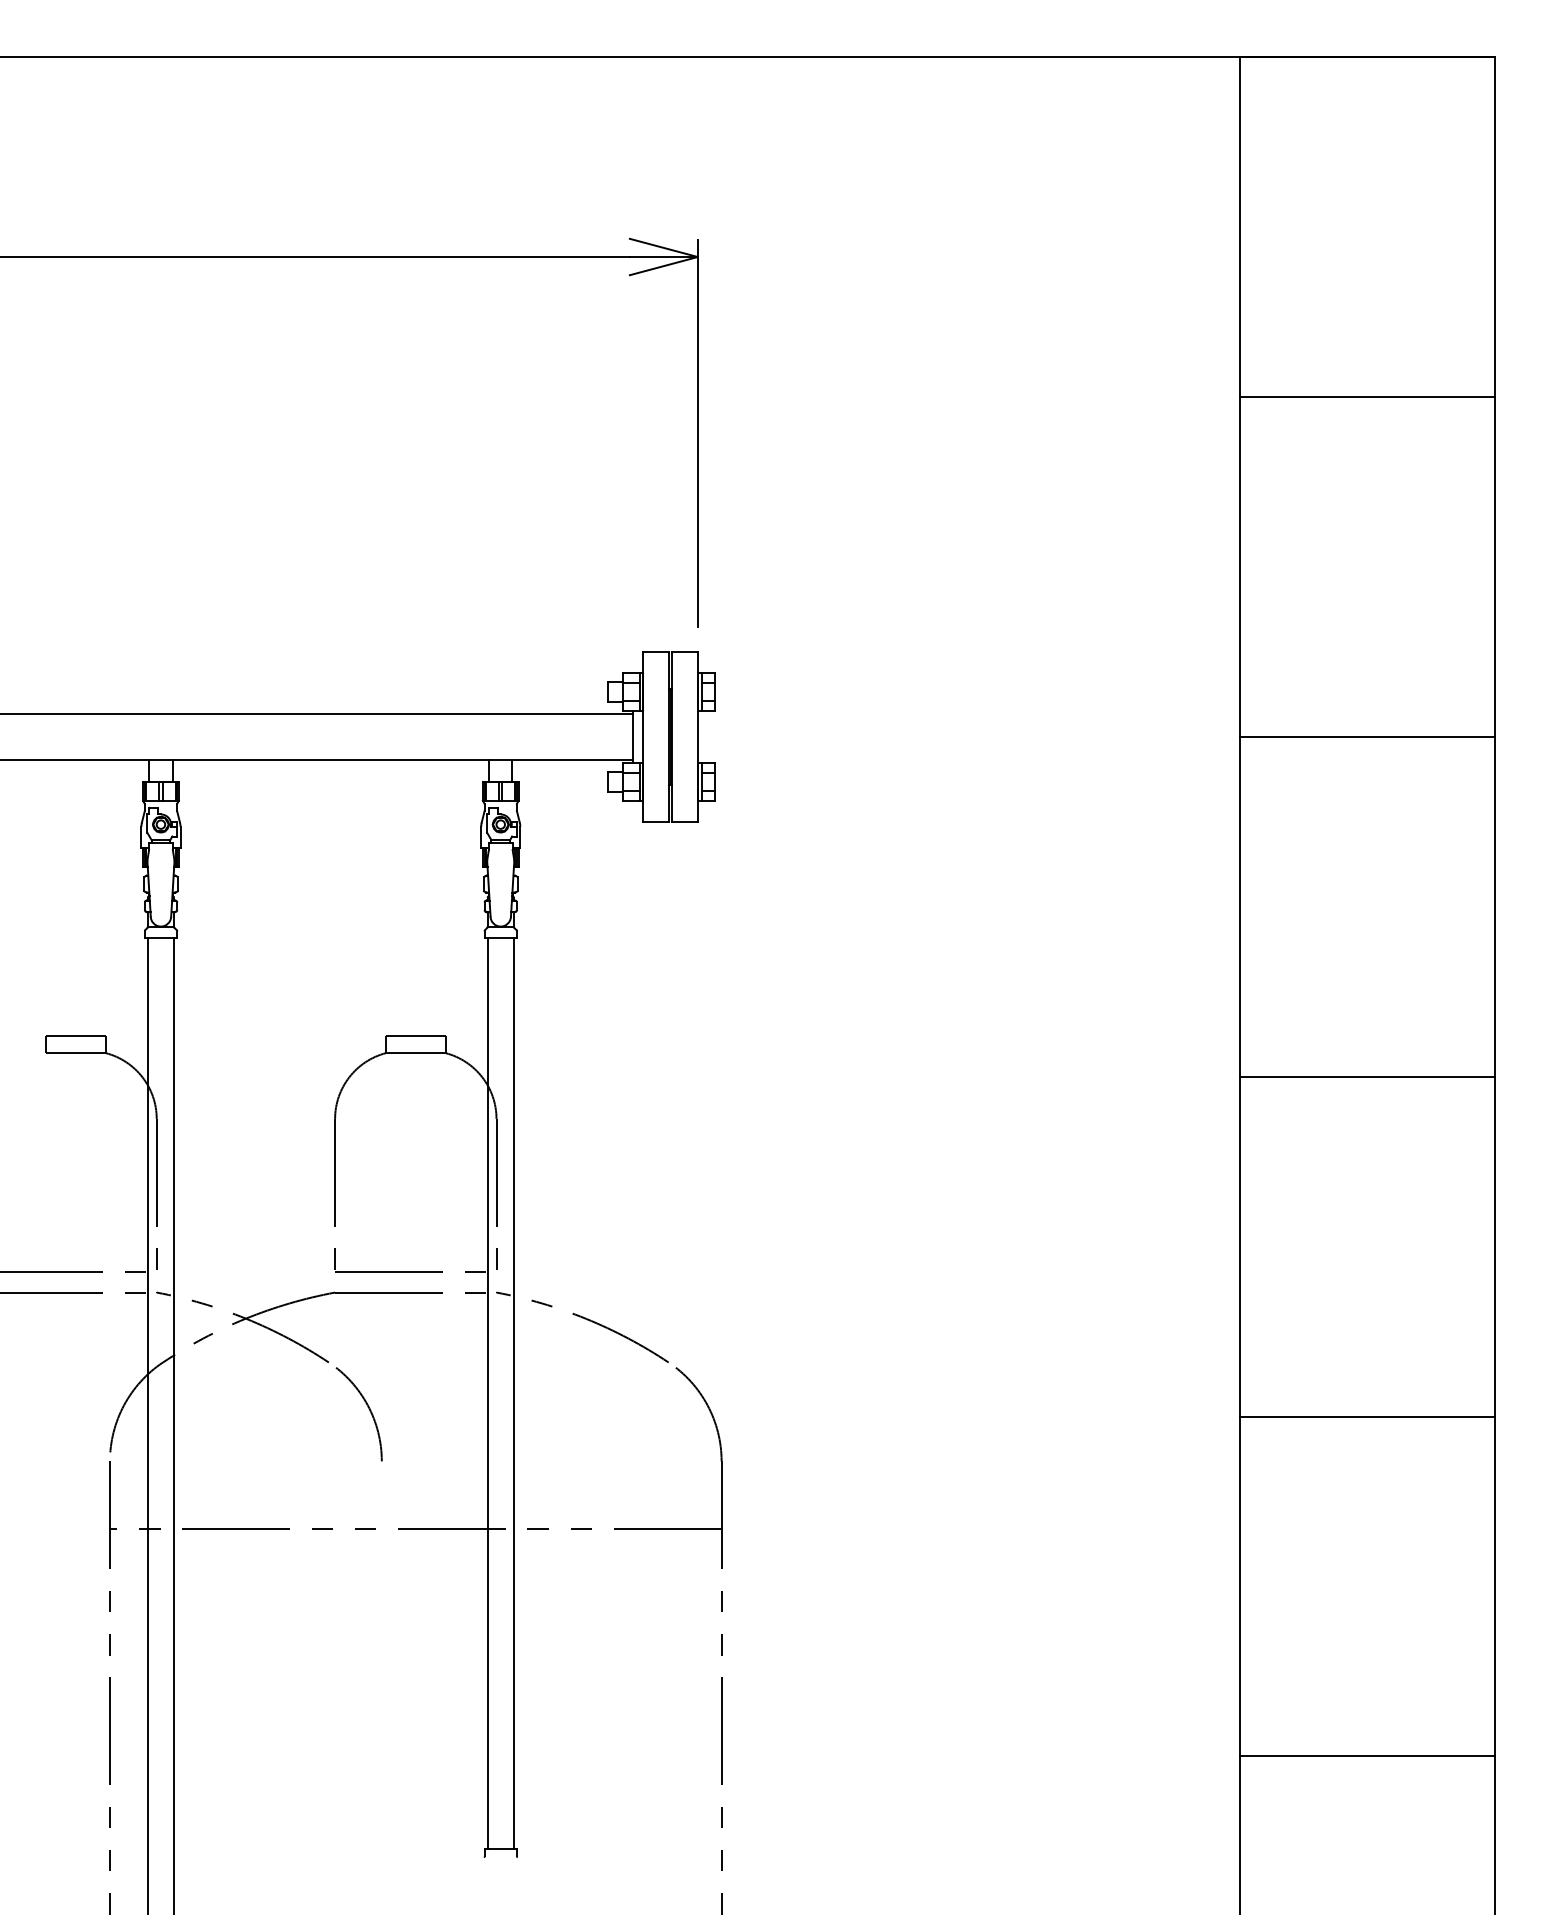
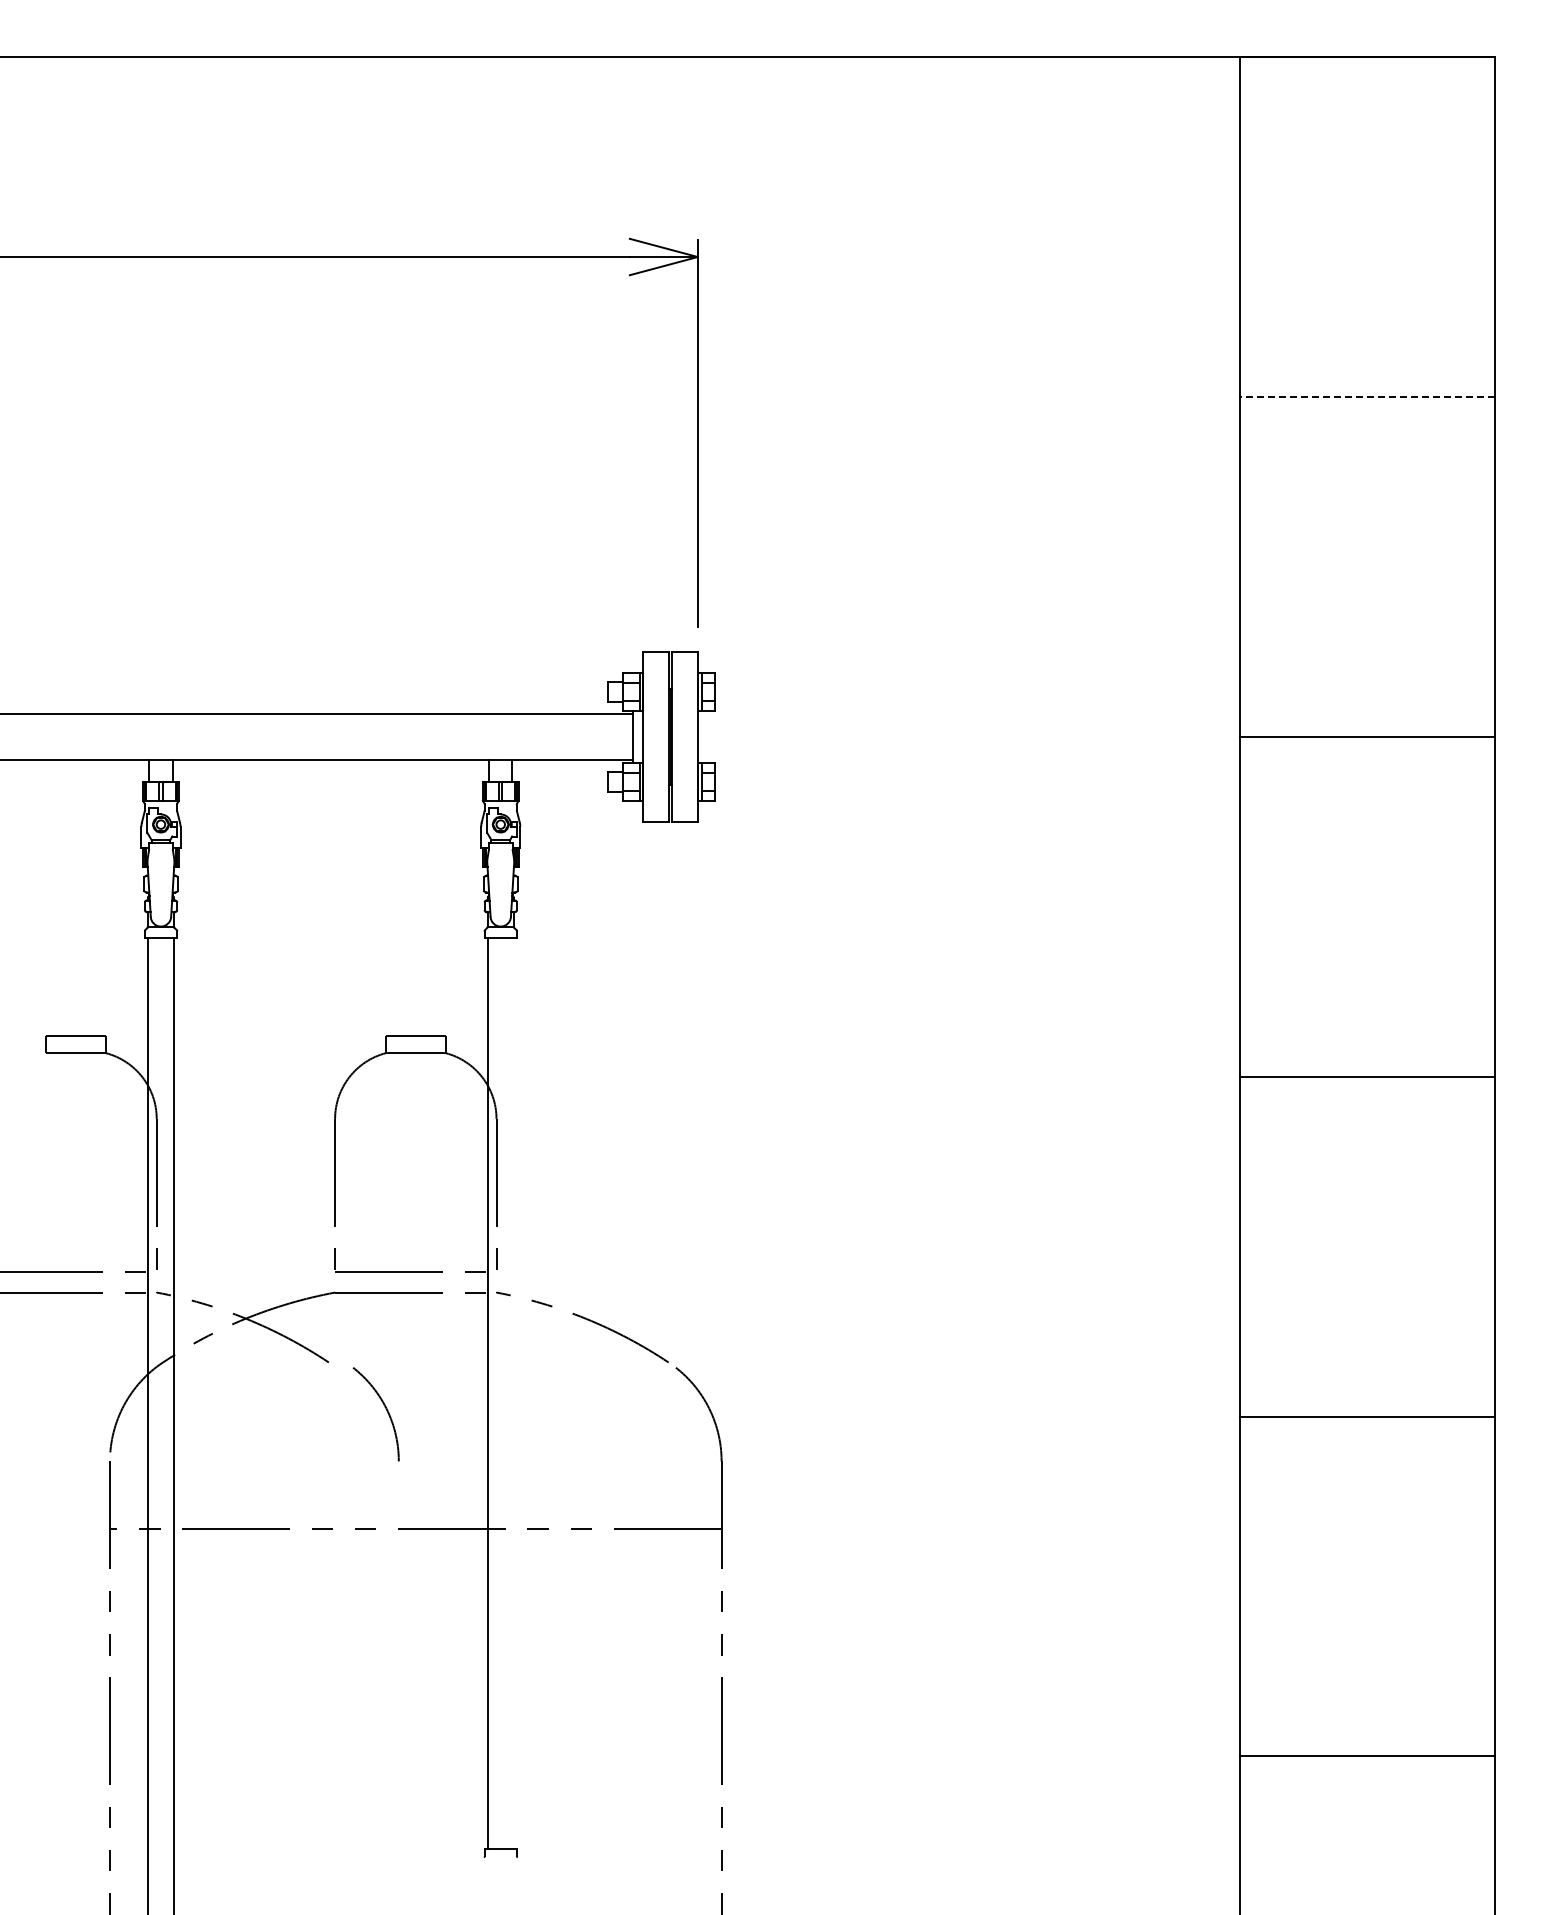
line at (1366, 397): solid -> dashed
line at (514, 1393): present -> none
arc at (368, 1409) position: (368, 1409) -> (385, 1409)
